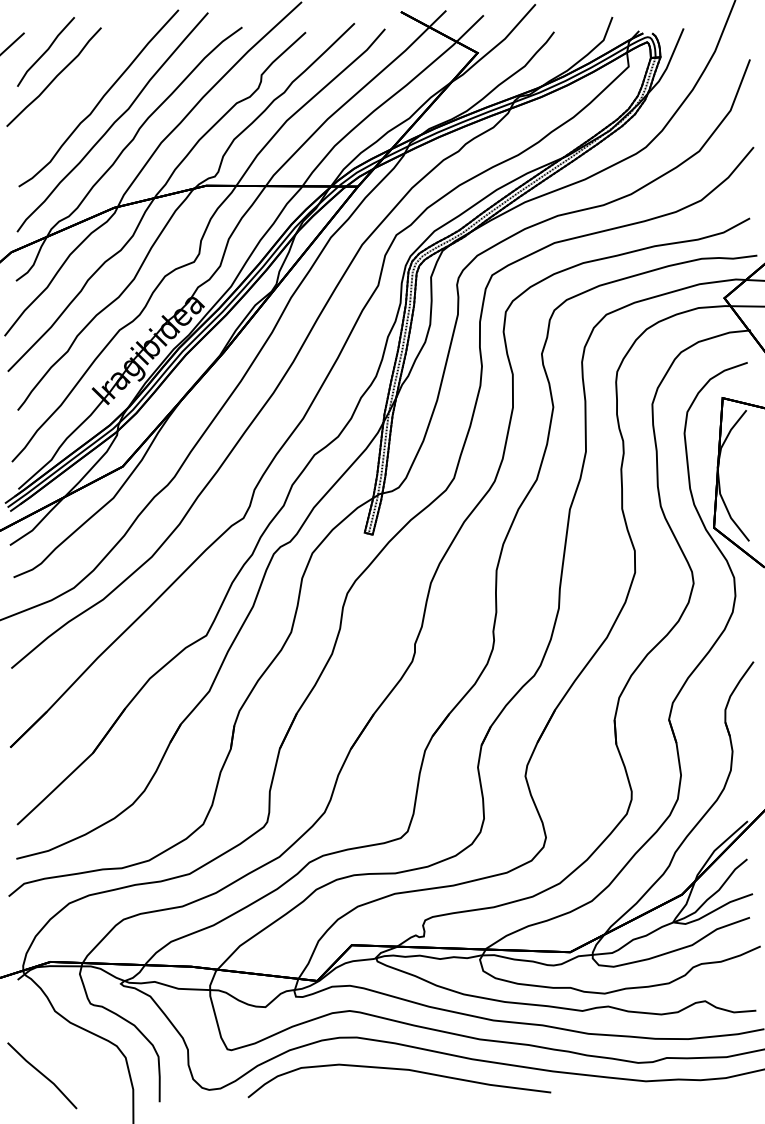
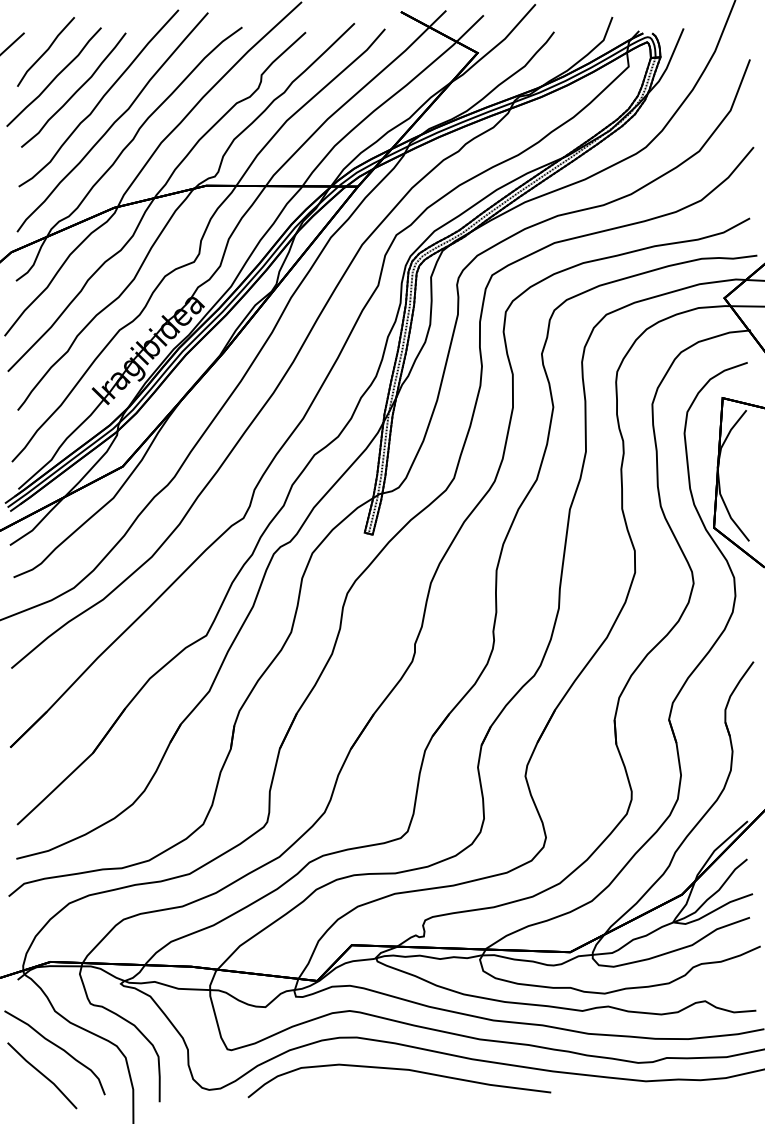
part at (73, 89): none -> present
curve at (57, 1047): none -> present
